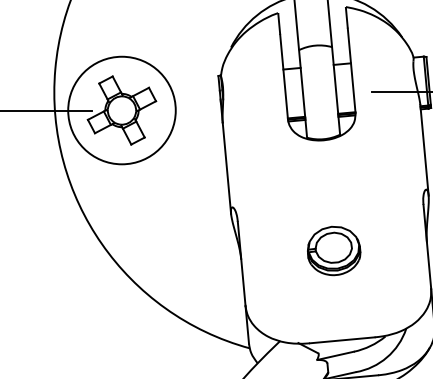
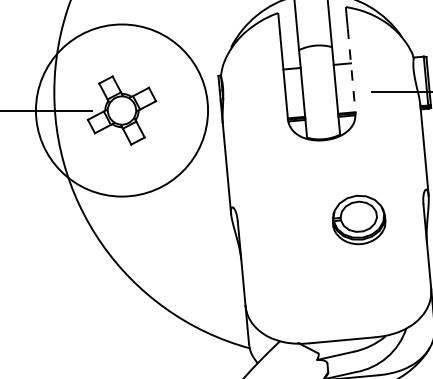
line at (351, 71): solid -> dashed
circle at (121, 110) diameter: 108 px -> 172 px
part at (334, 250) position: (334, 250) -> (359, 219)
